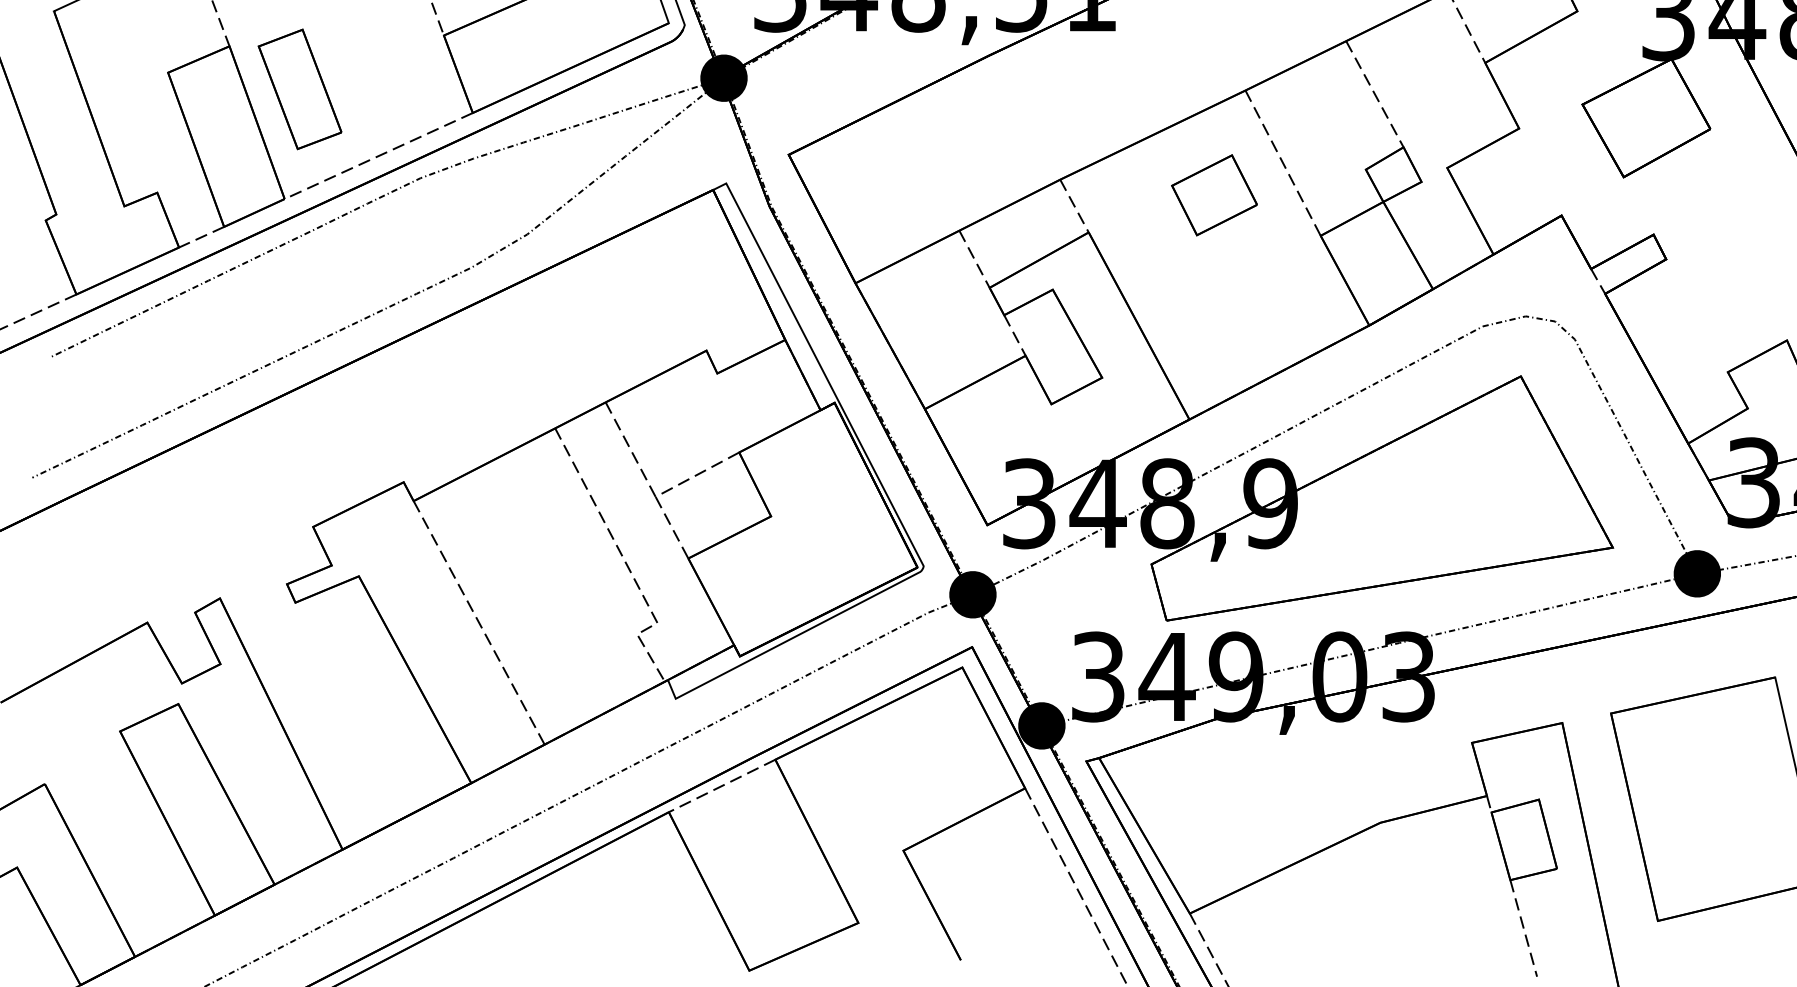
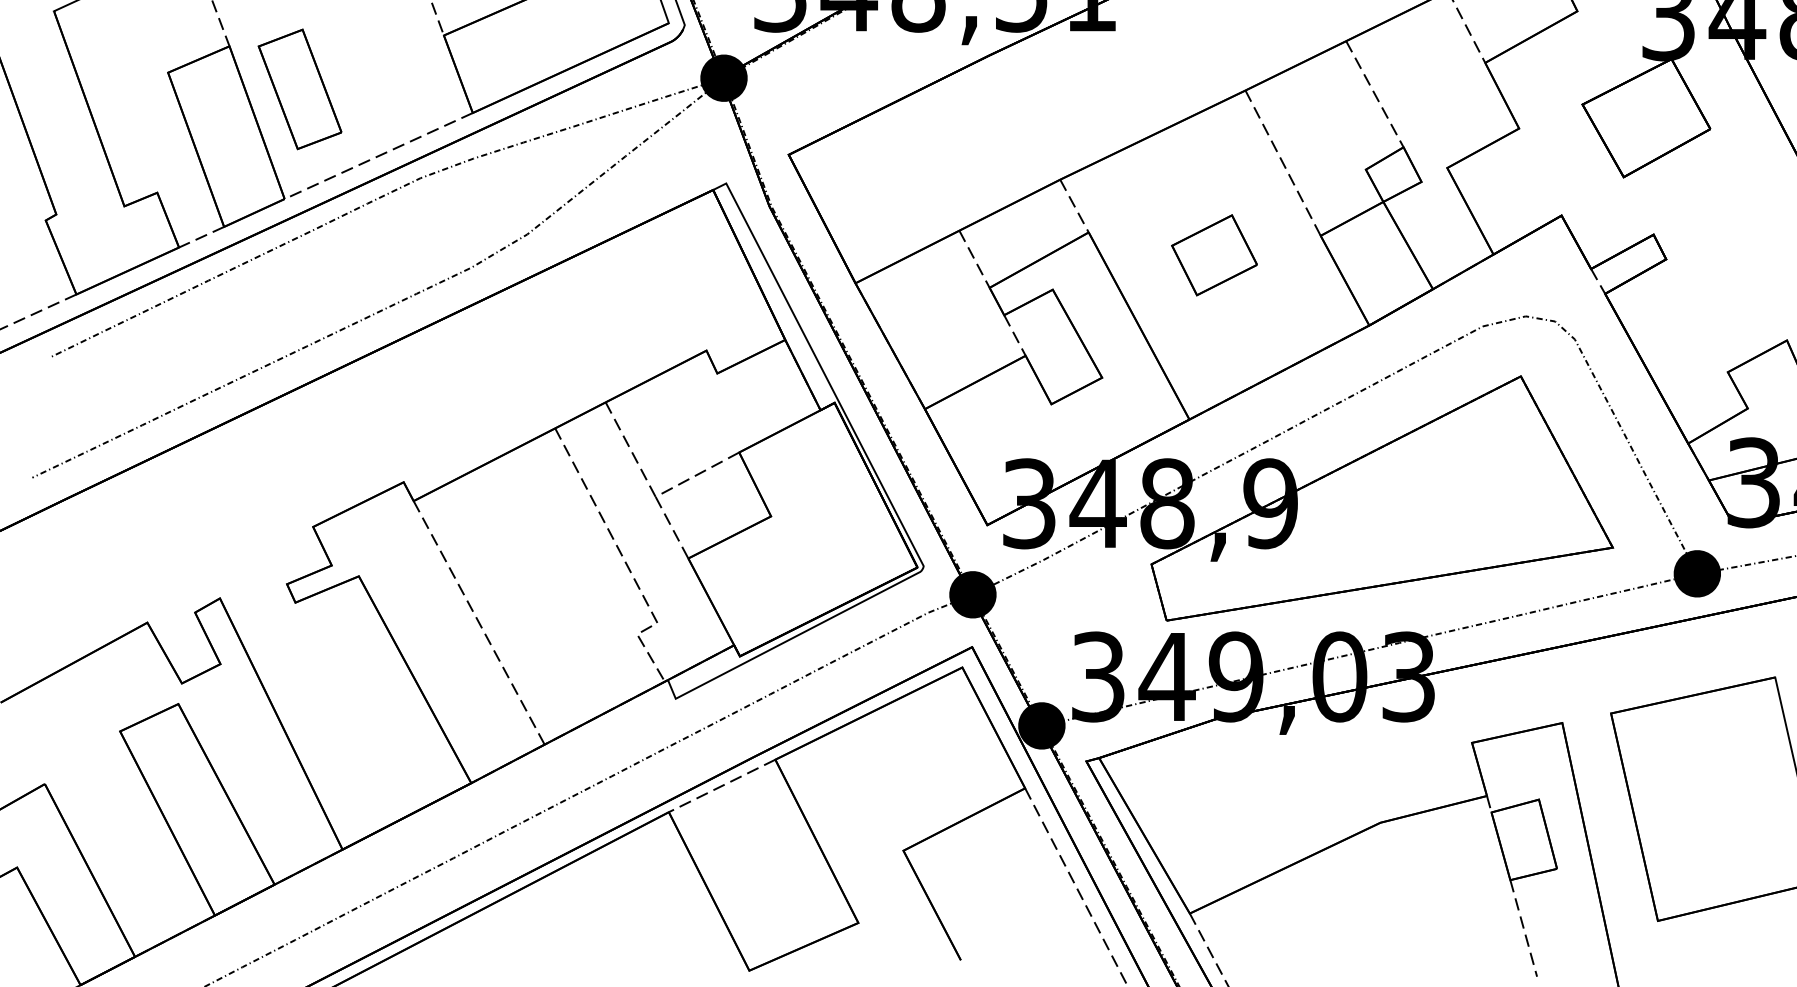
part at (1214, 195) position: (1214, 195) -> (1214, 255)
